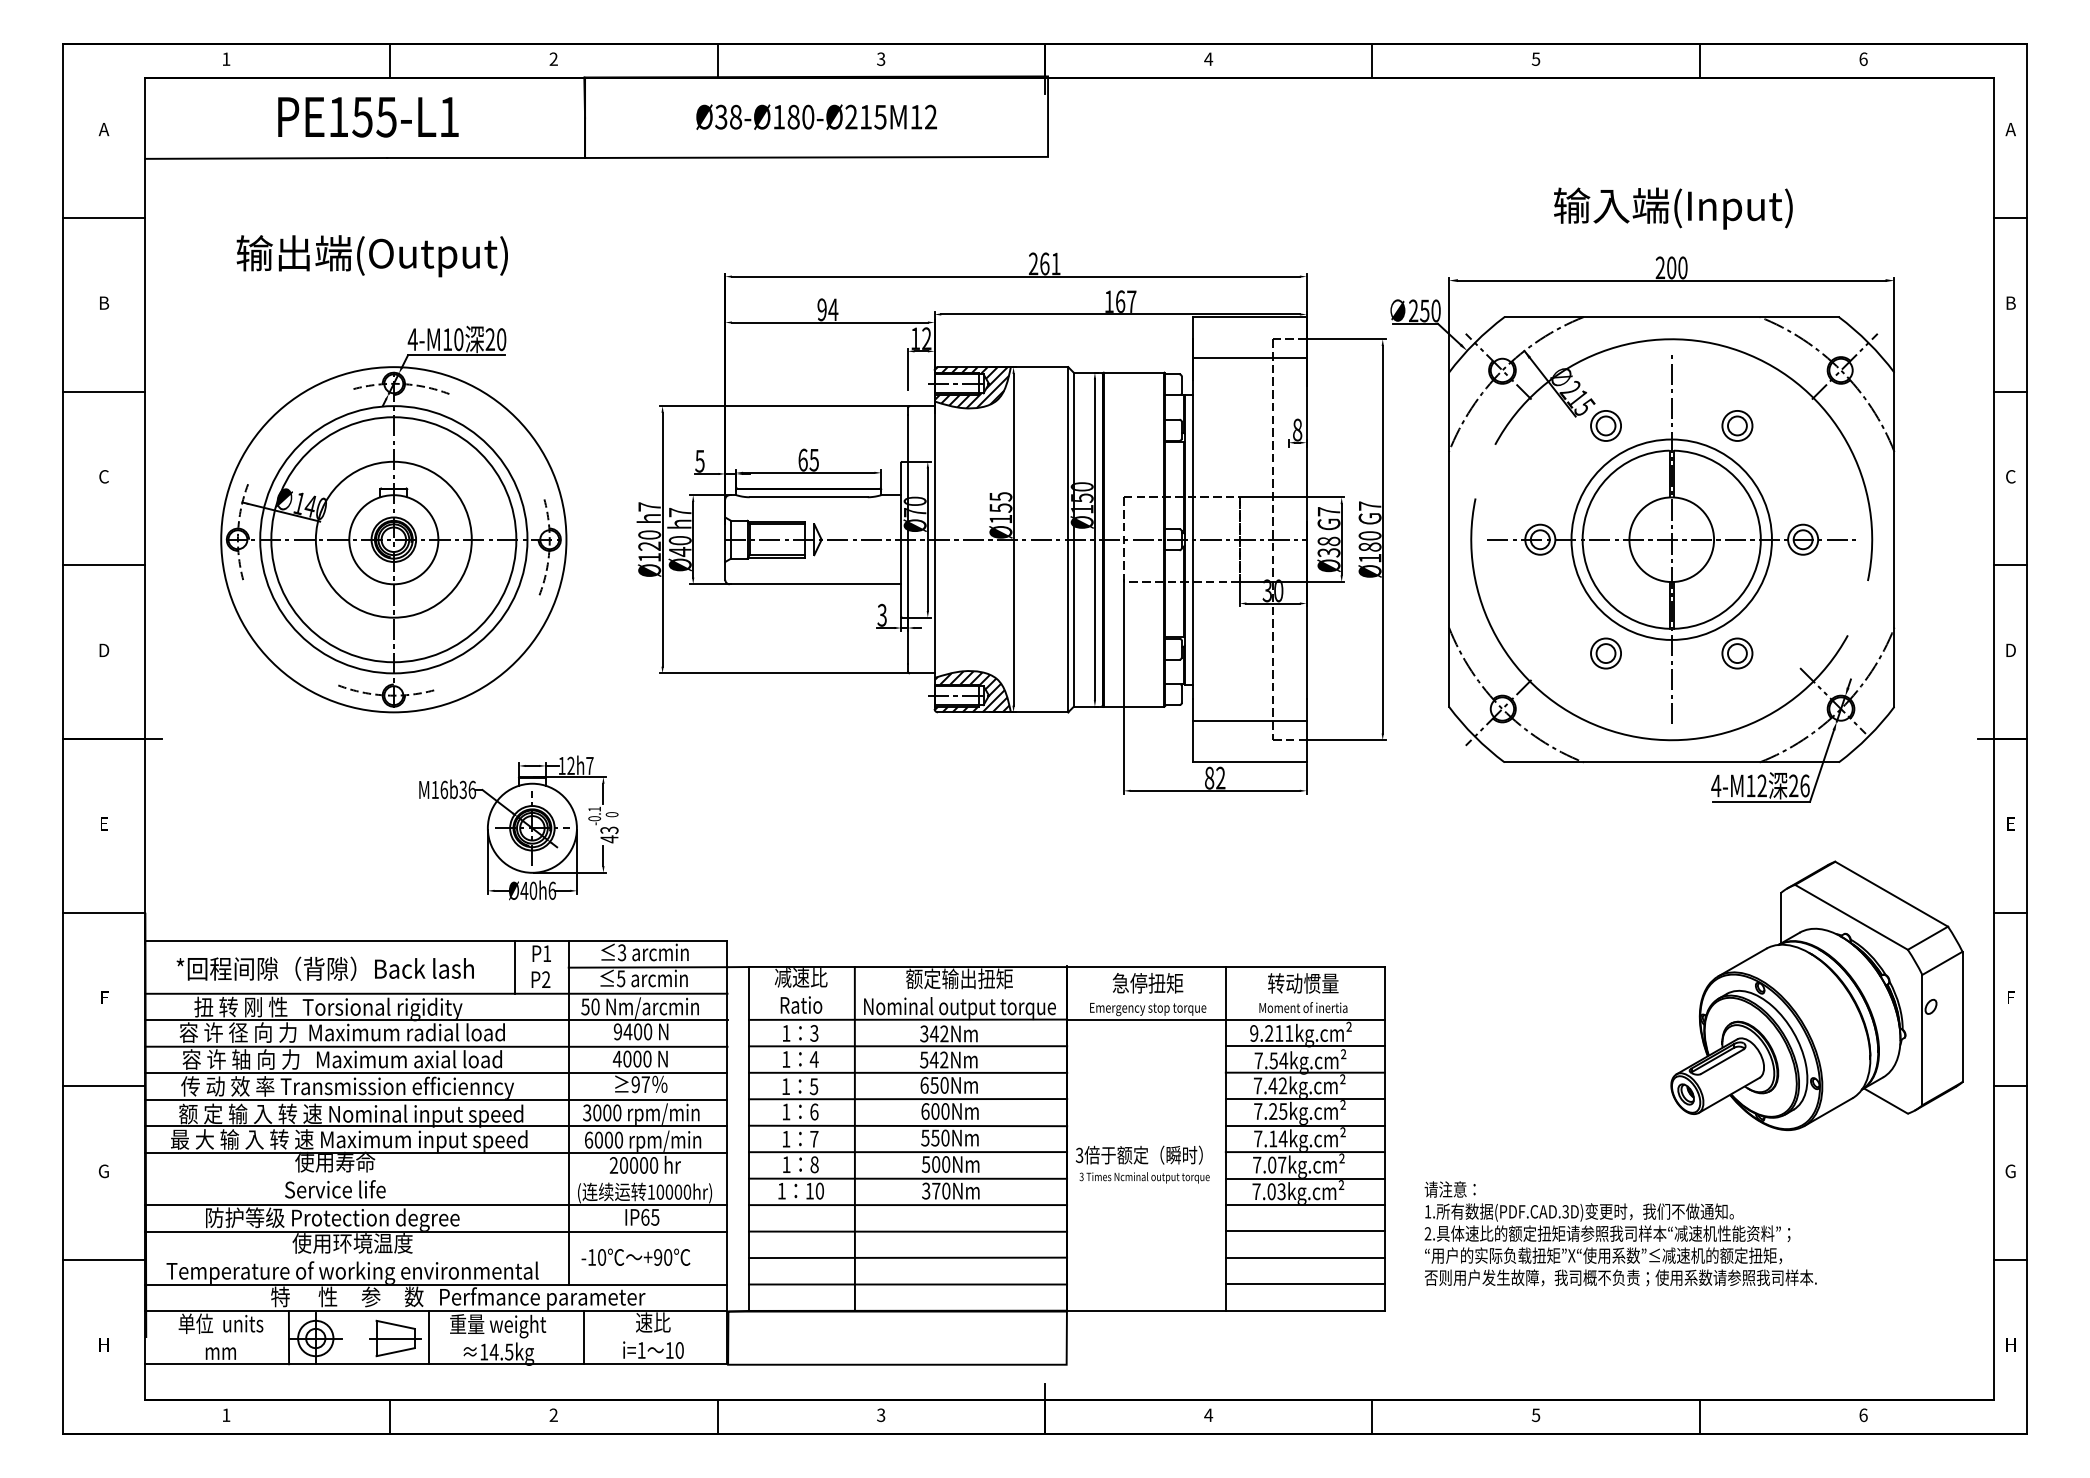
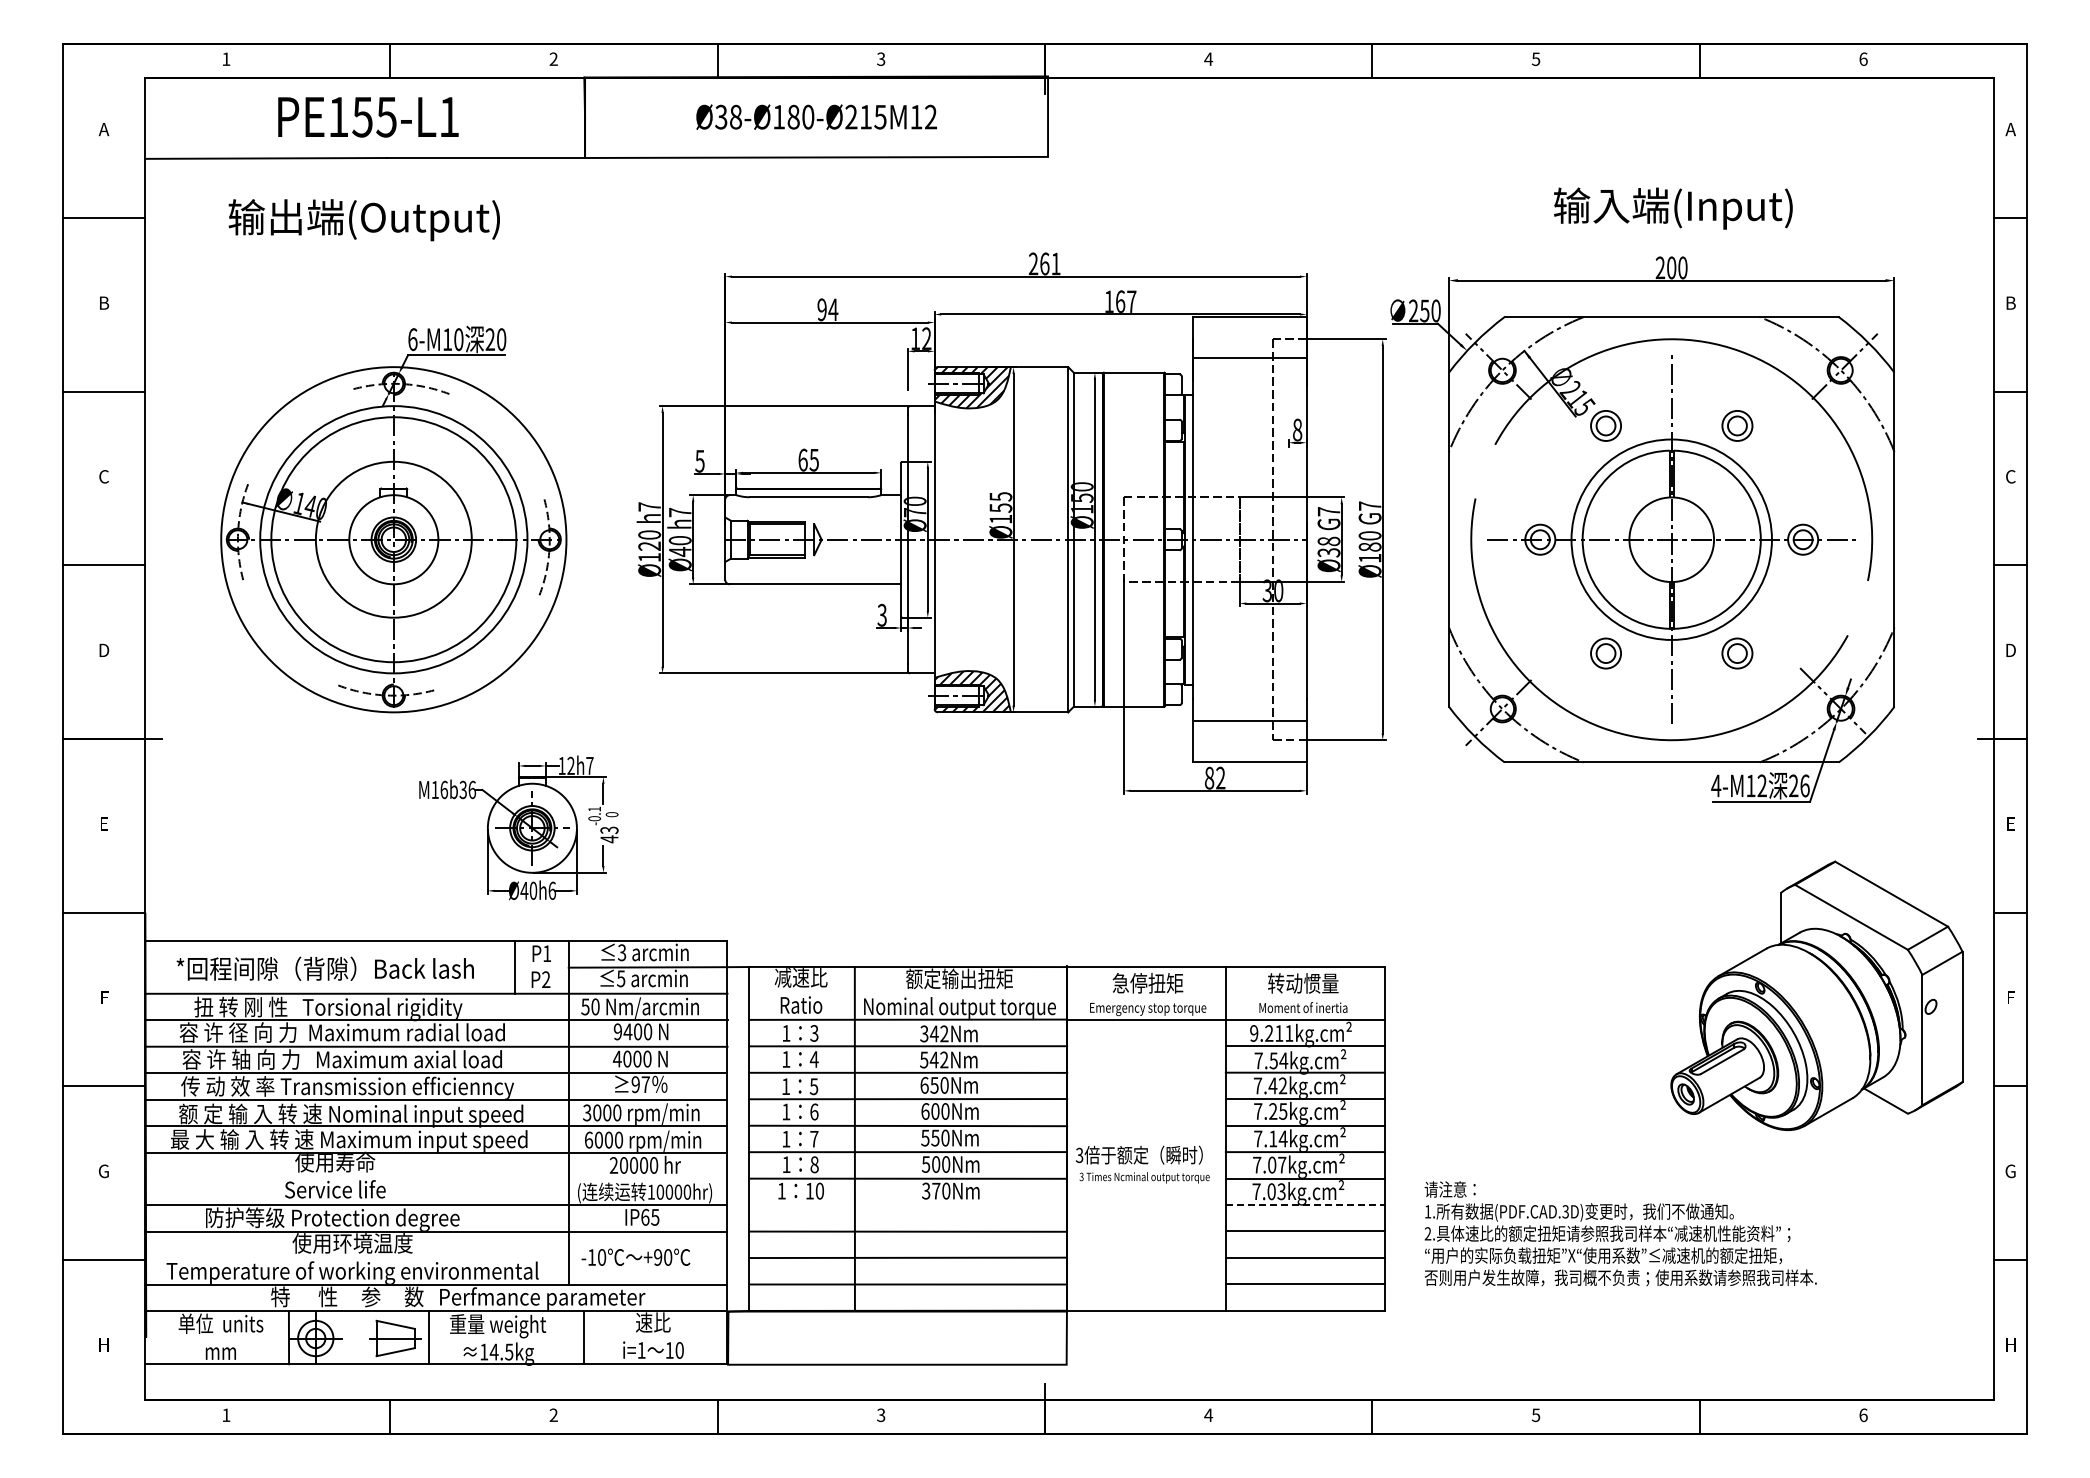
text at (371, 256) position: (371, 256) -> (363, 220)
text at (412, 339): 4-M10 -> 6-M10
line at (908, 1205): present -> none
line at (1305, 1205): solid -> dashed
